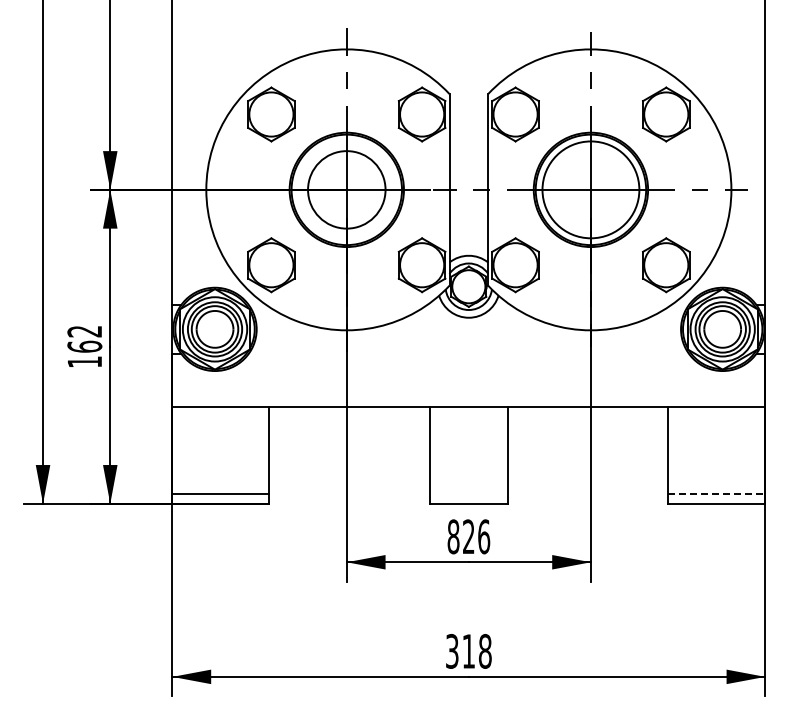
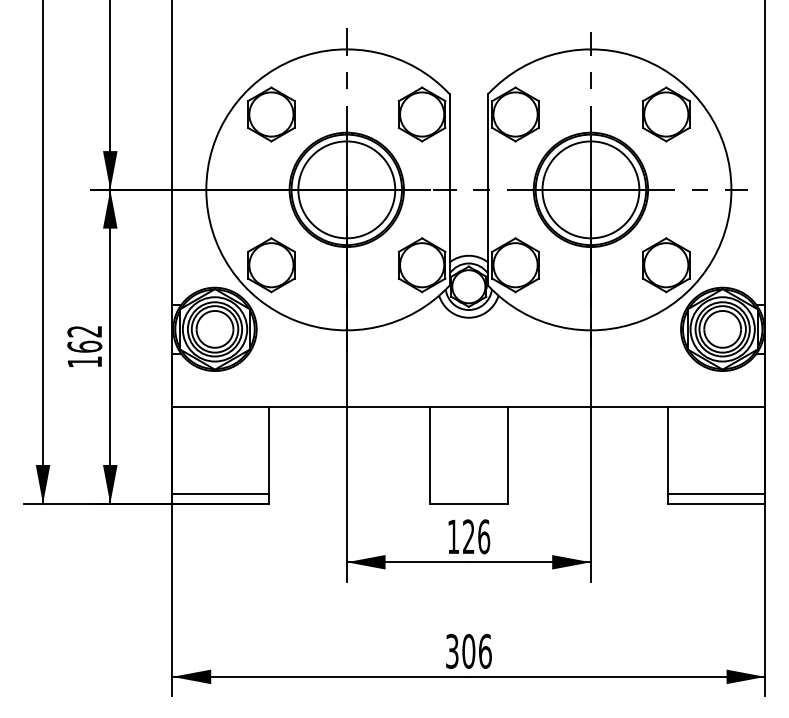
circle at (346, 189) diameter: 78 px -> 97 px
line at (717, 494): dashed -> solid
text at (453, 536): 826 -> 126
text at (476, 651): 318 -> 306
